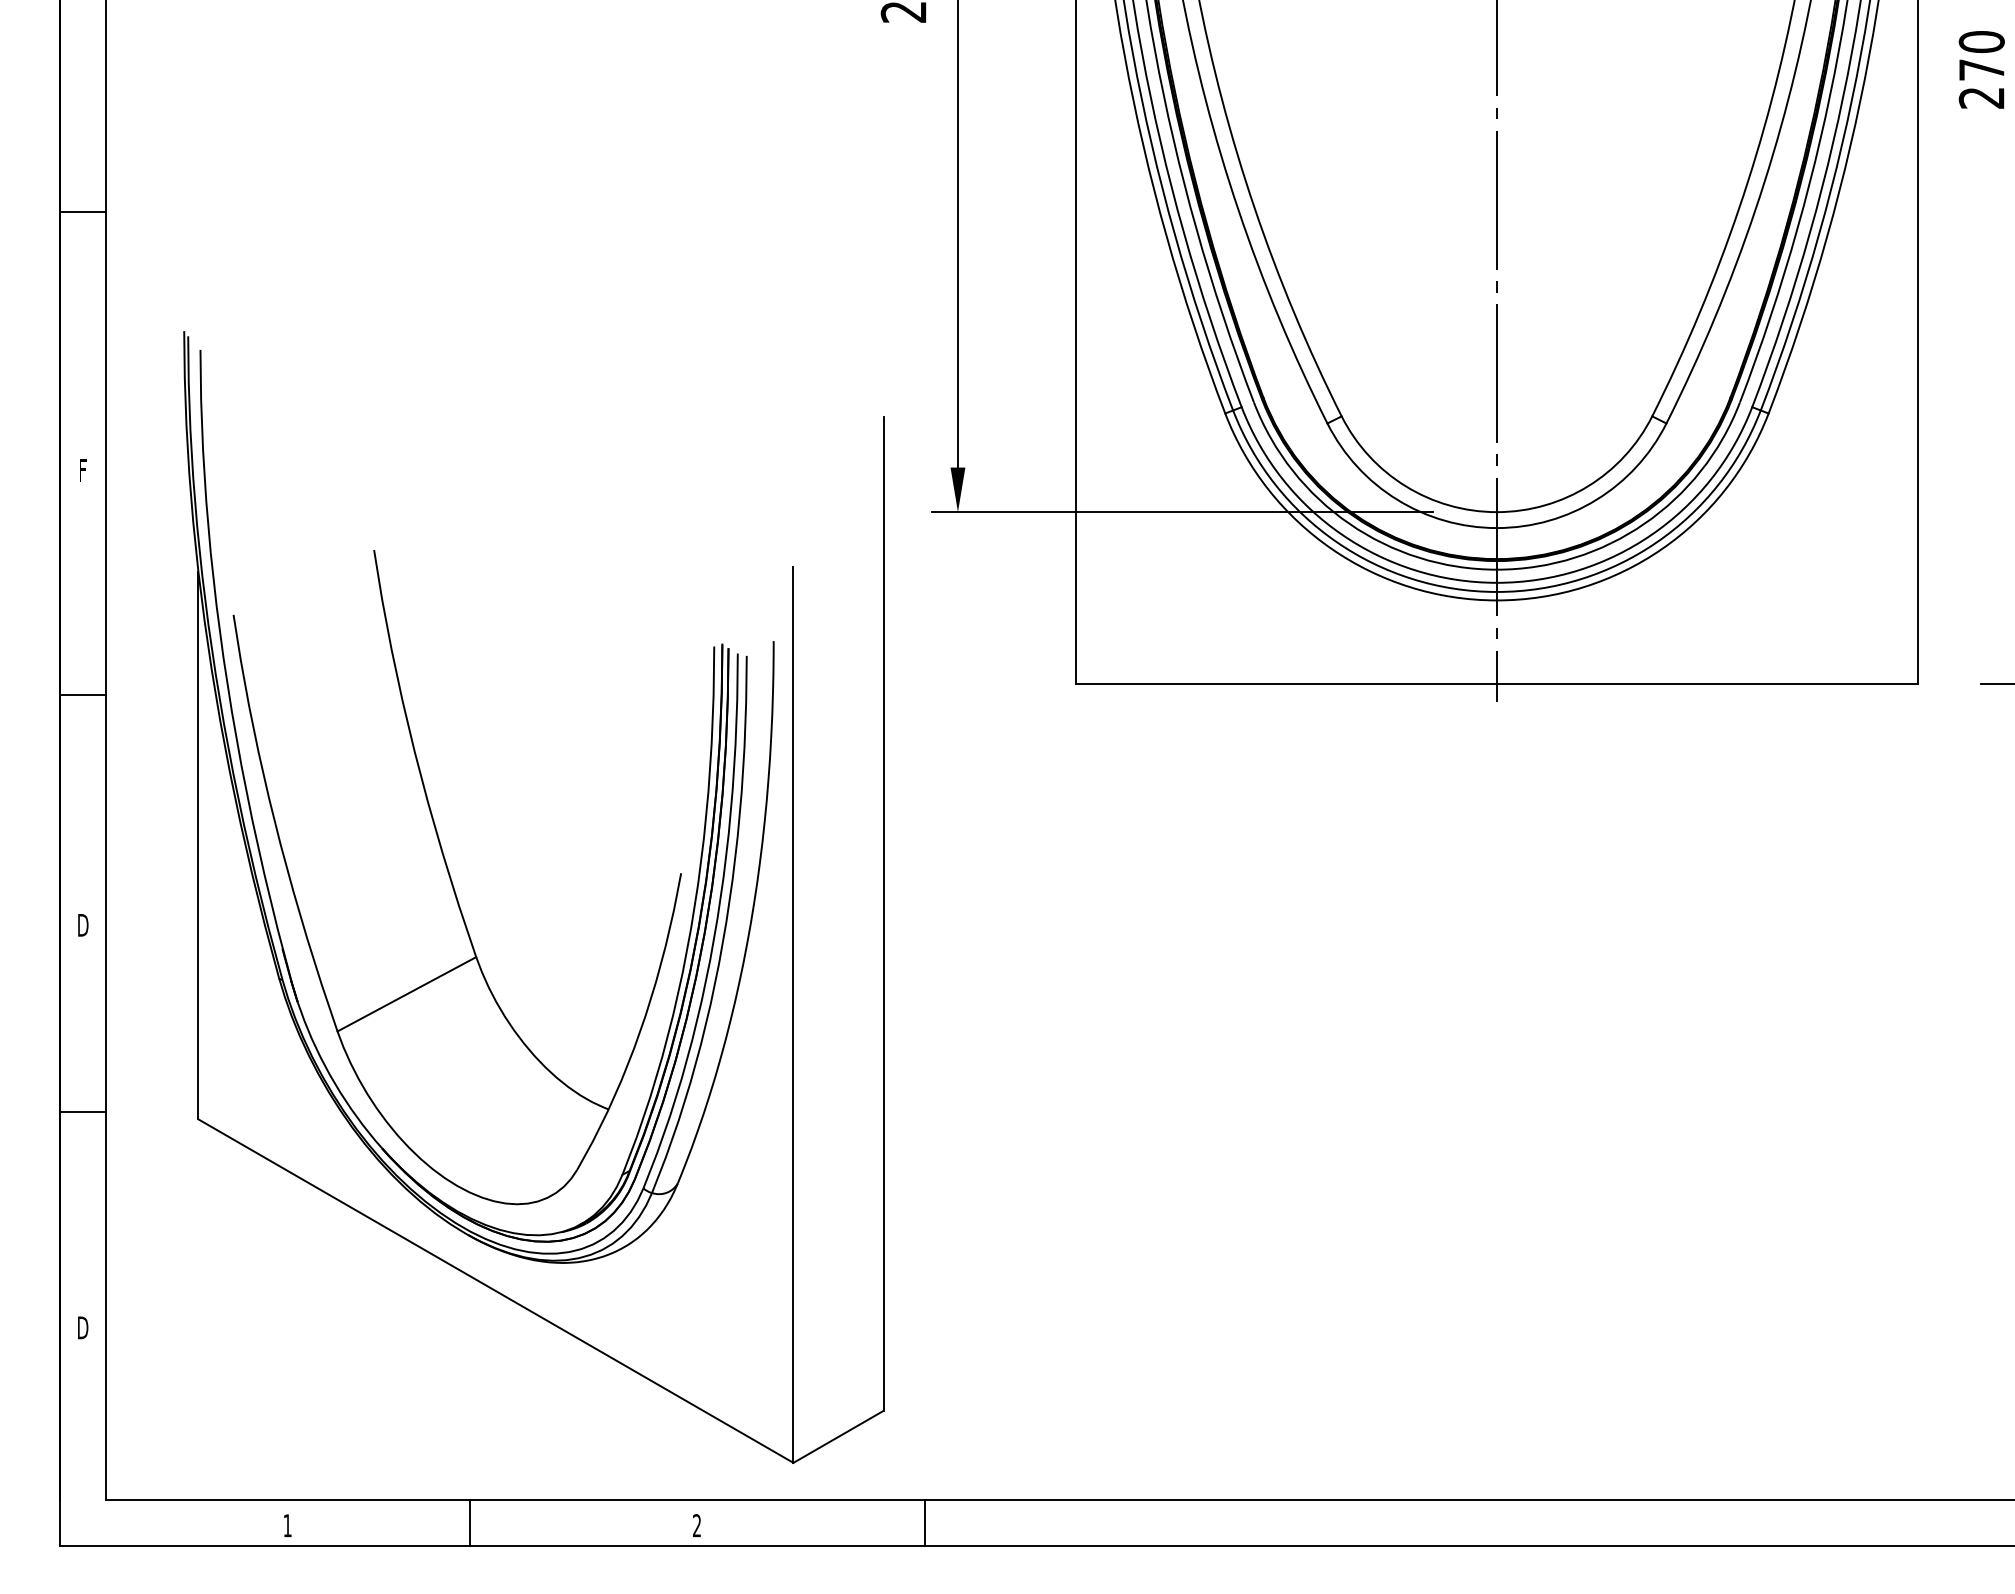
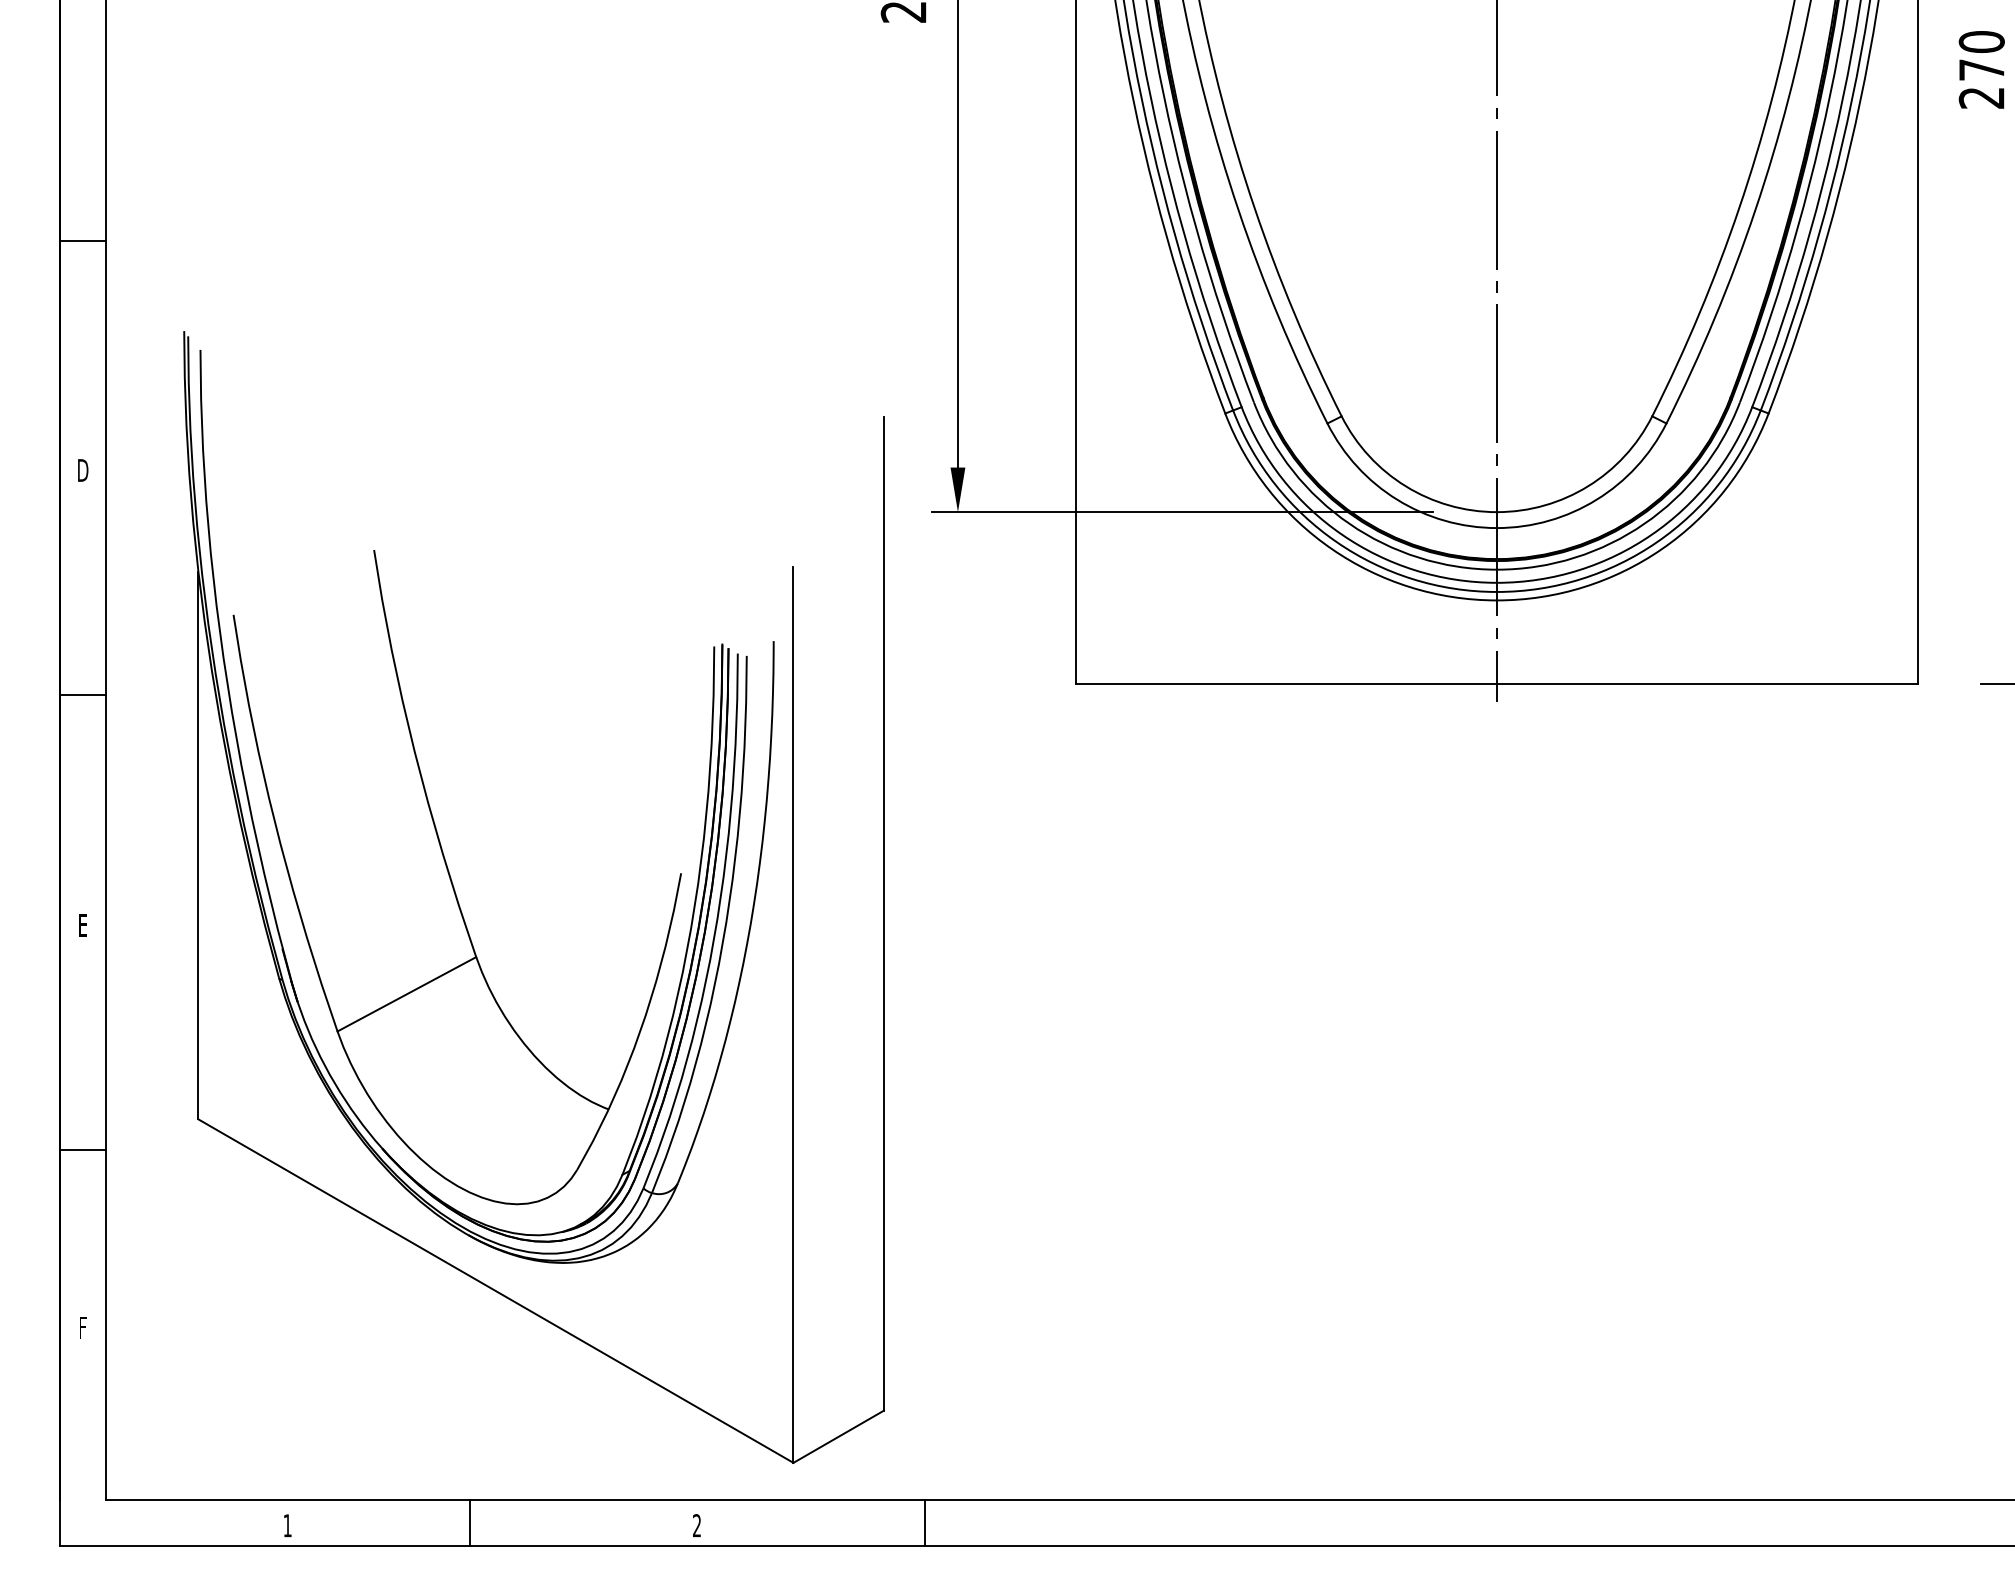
line at (82, 211) position: (82, 211) -> (82, 240)
text at (83, 470): F -> D
text at (83, 925): D -> E
line at (82, 1112) position: (82, 1112) -> (82, 1150)
text at (83, 1327): D -> F
